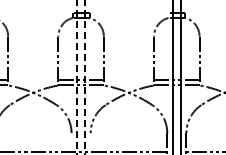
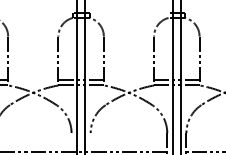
line at (77, 77): dashed -> solid
line at (84, 77): dashed -> solid
